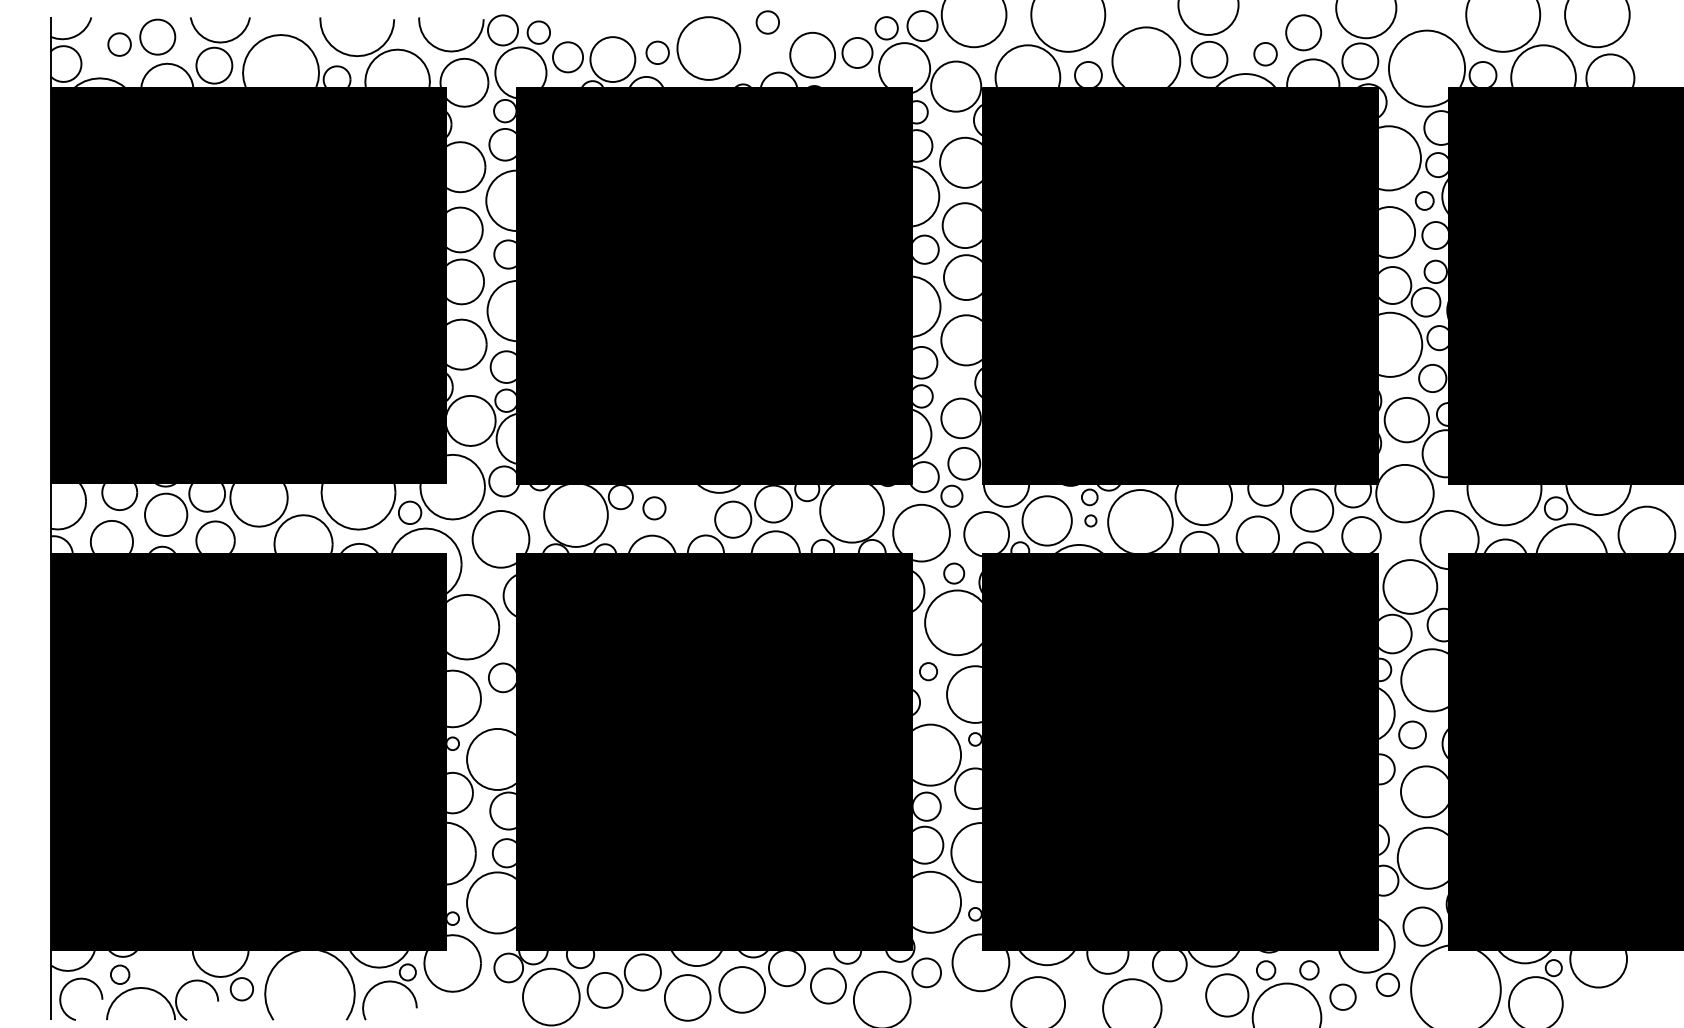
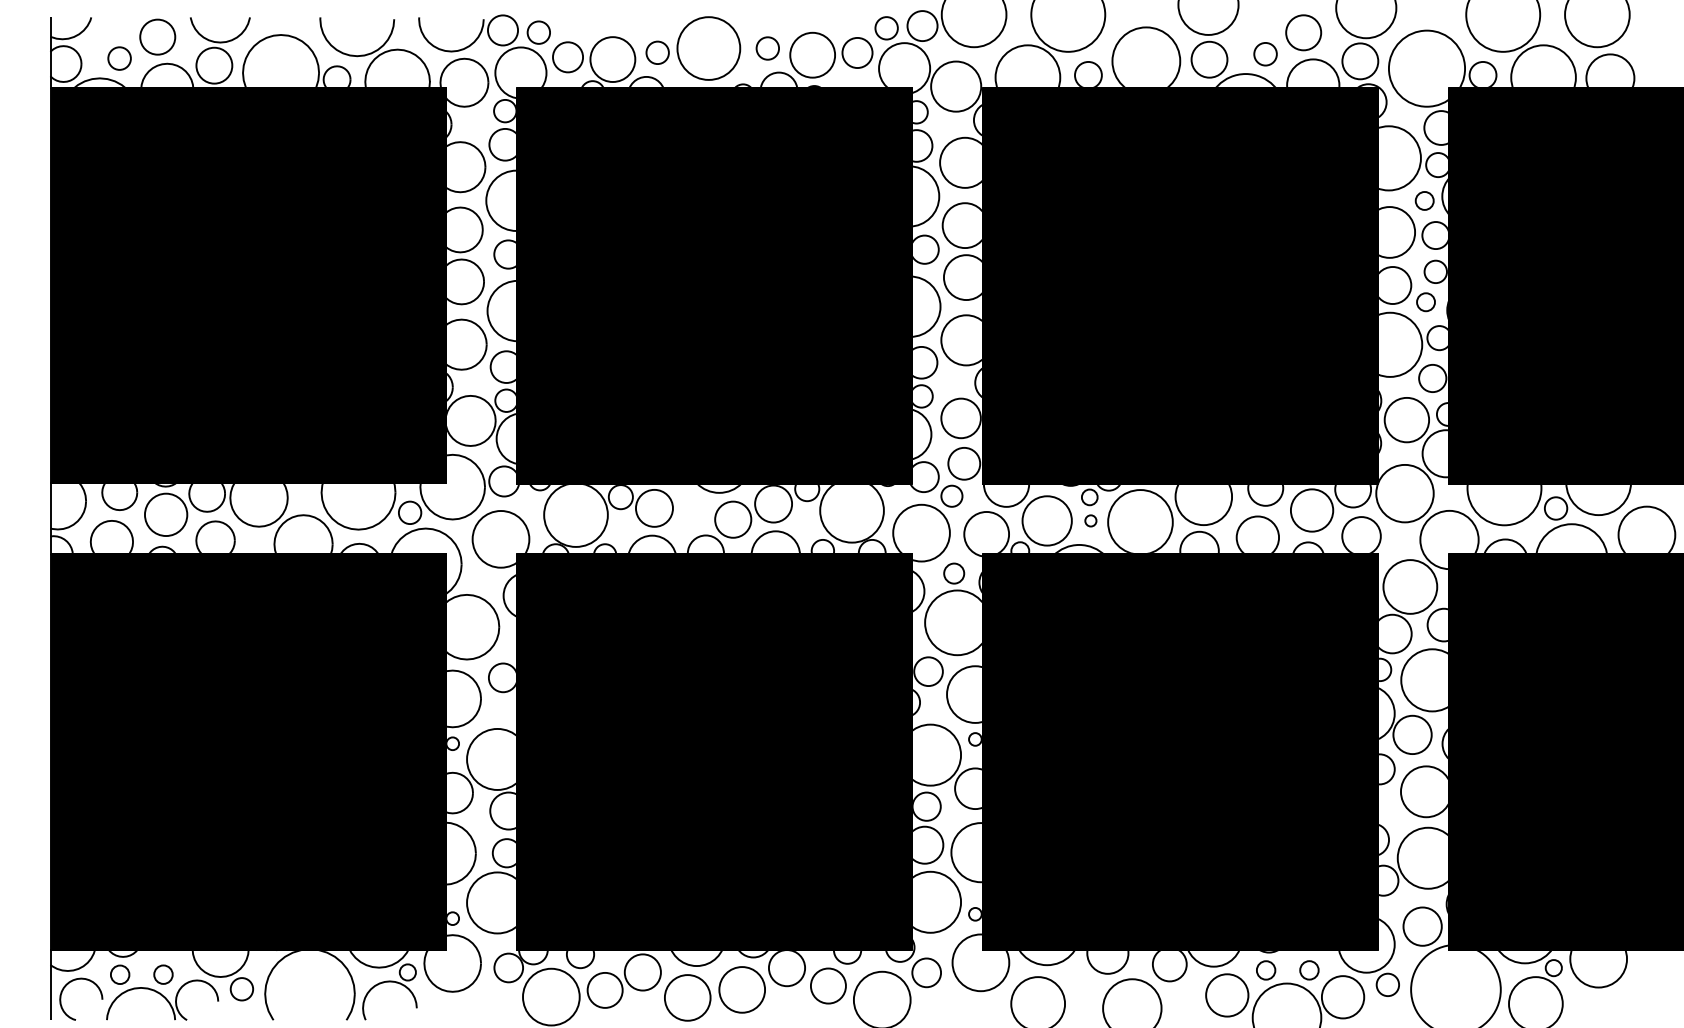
circle at (767, 22) position: (767, 22) -> (767, 48)
circle at (119, 44) position: (119, 44) -> (119, 58)
circle at (1425, 301) diameter: 29 px -> 18 px
circle at (654, 508) diameter: 22 px -> 37 px
circle at (928, 671) diameter: 17 px -> 29 px
circle at (1412, 734) diameter: 27 px -> 38 px
circle at (163, 974): none -> present
circle at (1342, 996) diameter: 25 px -> 42 px
